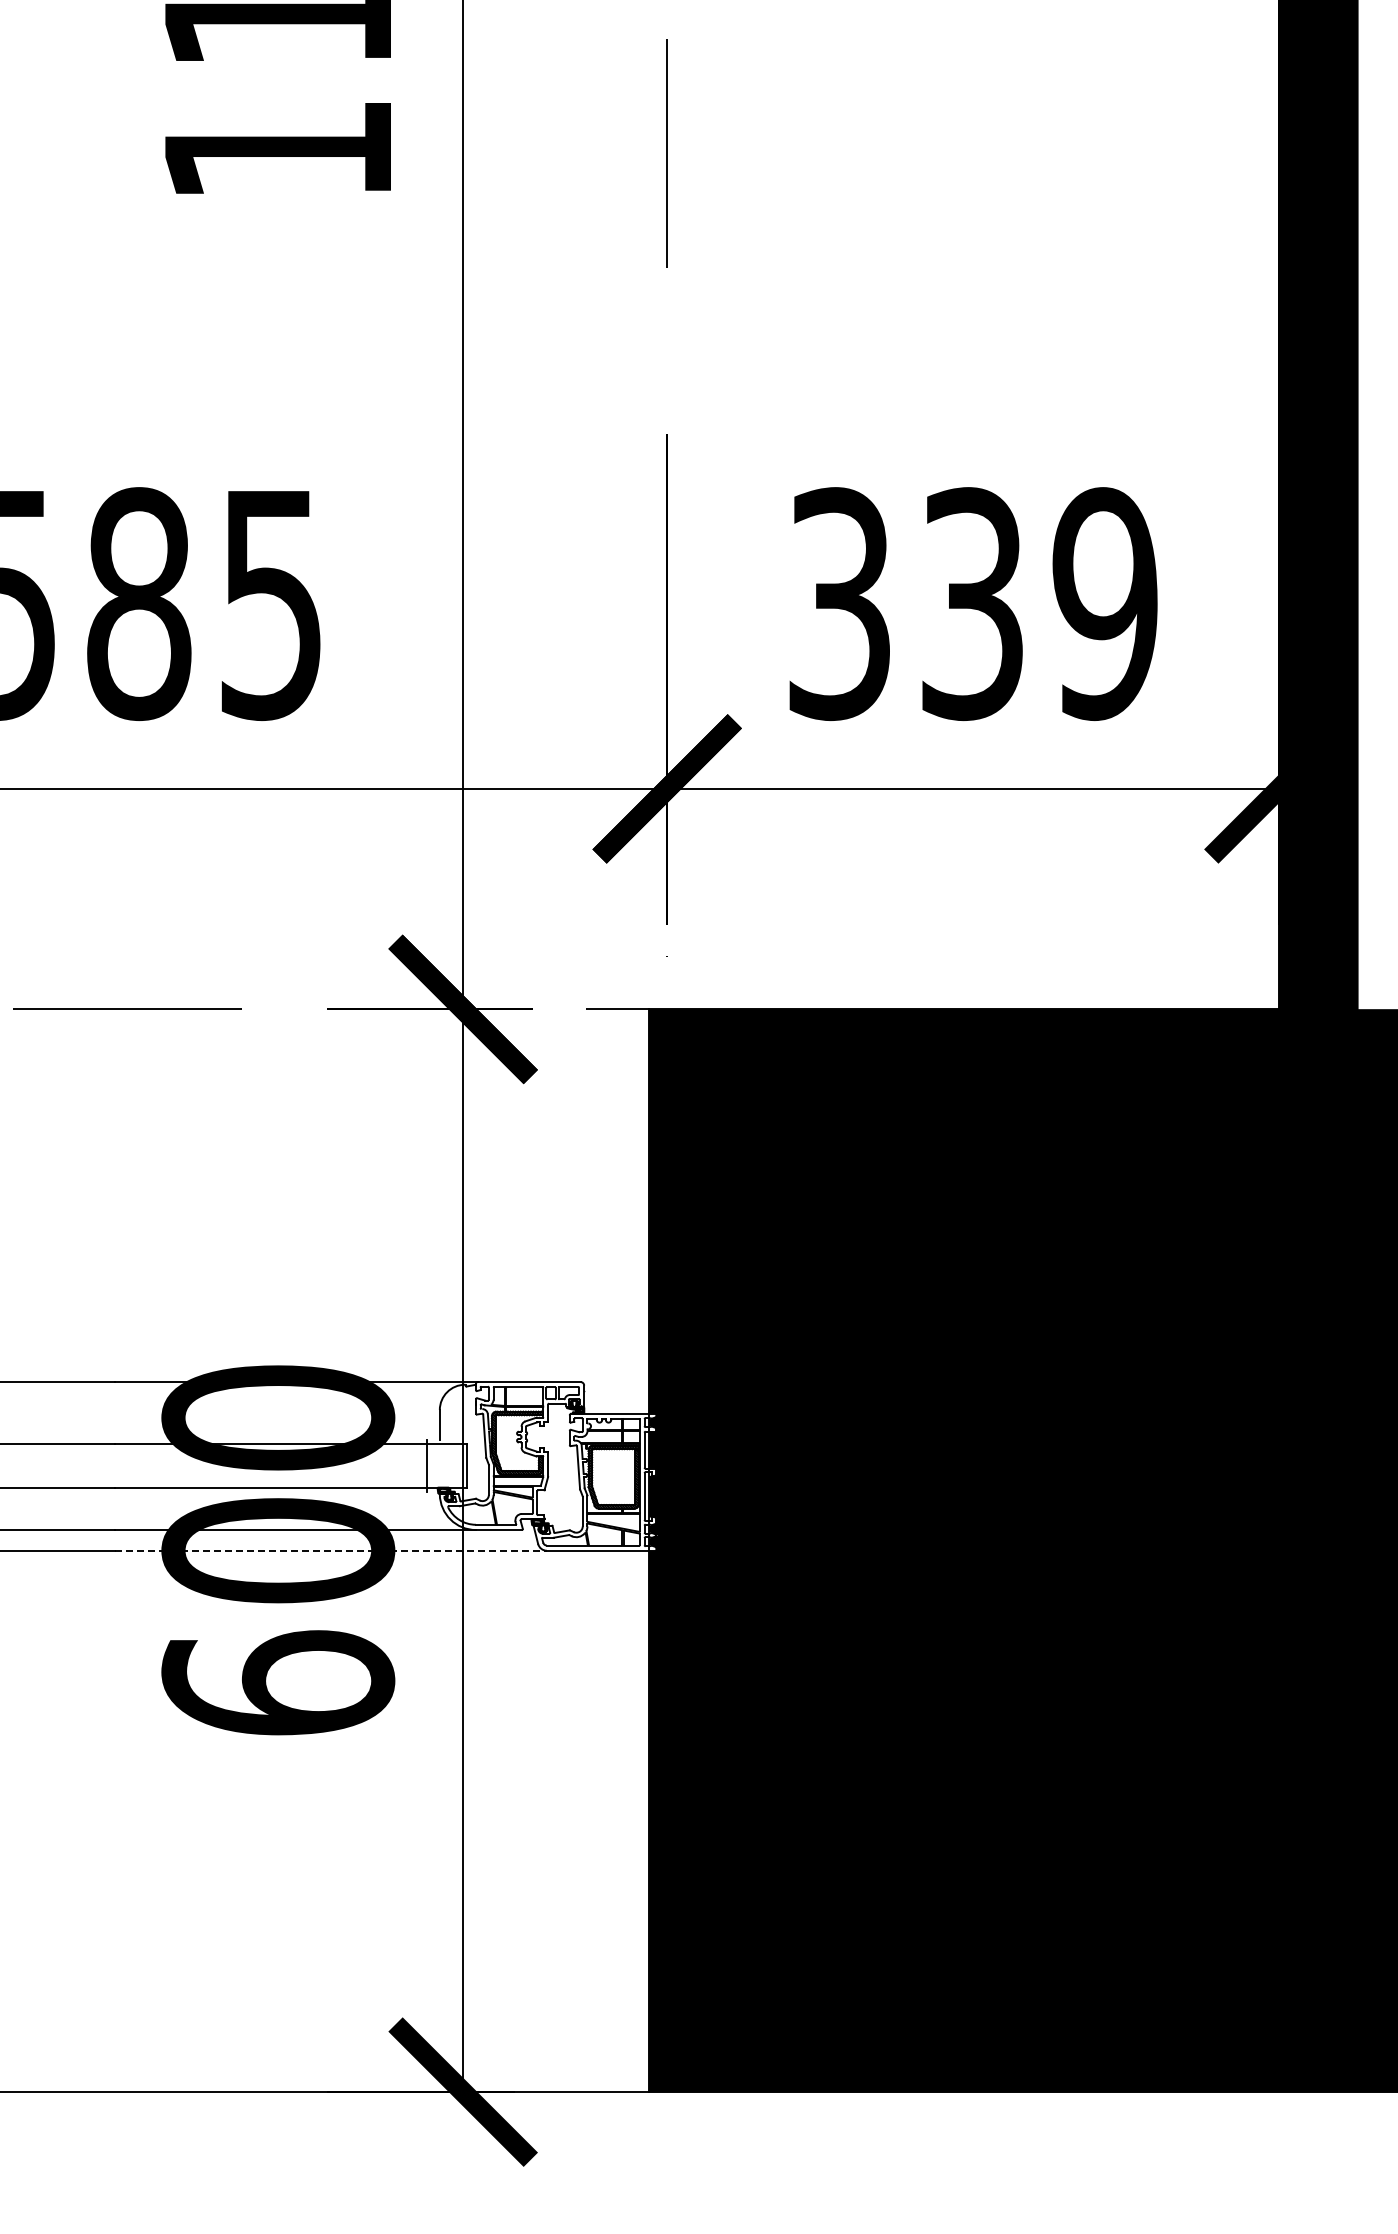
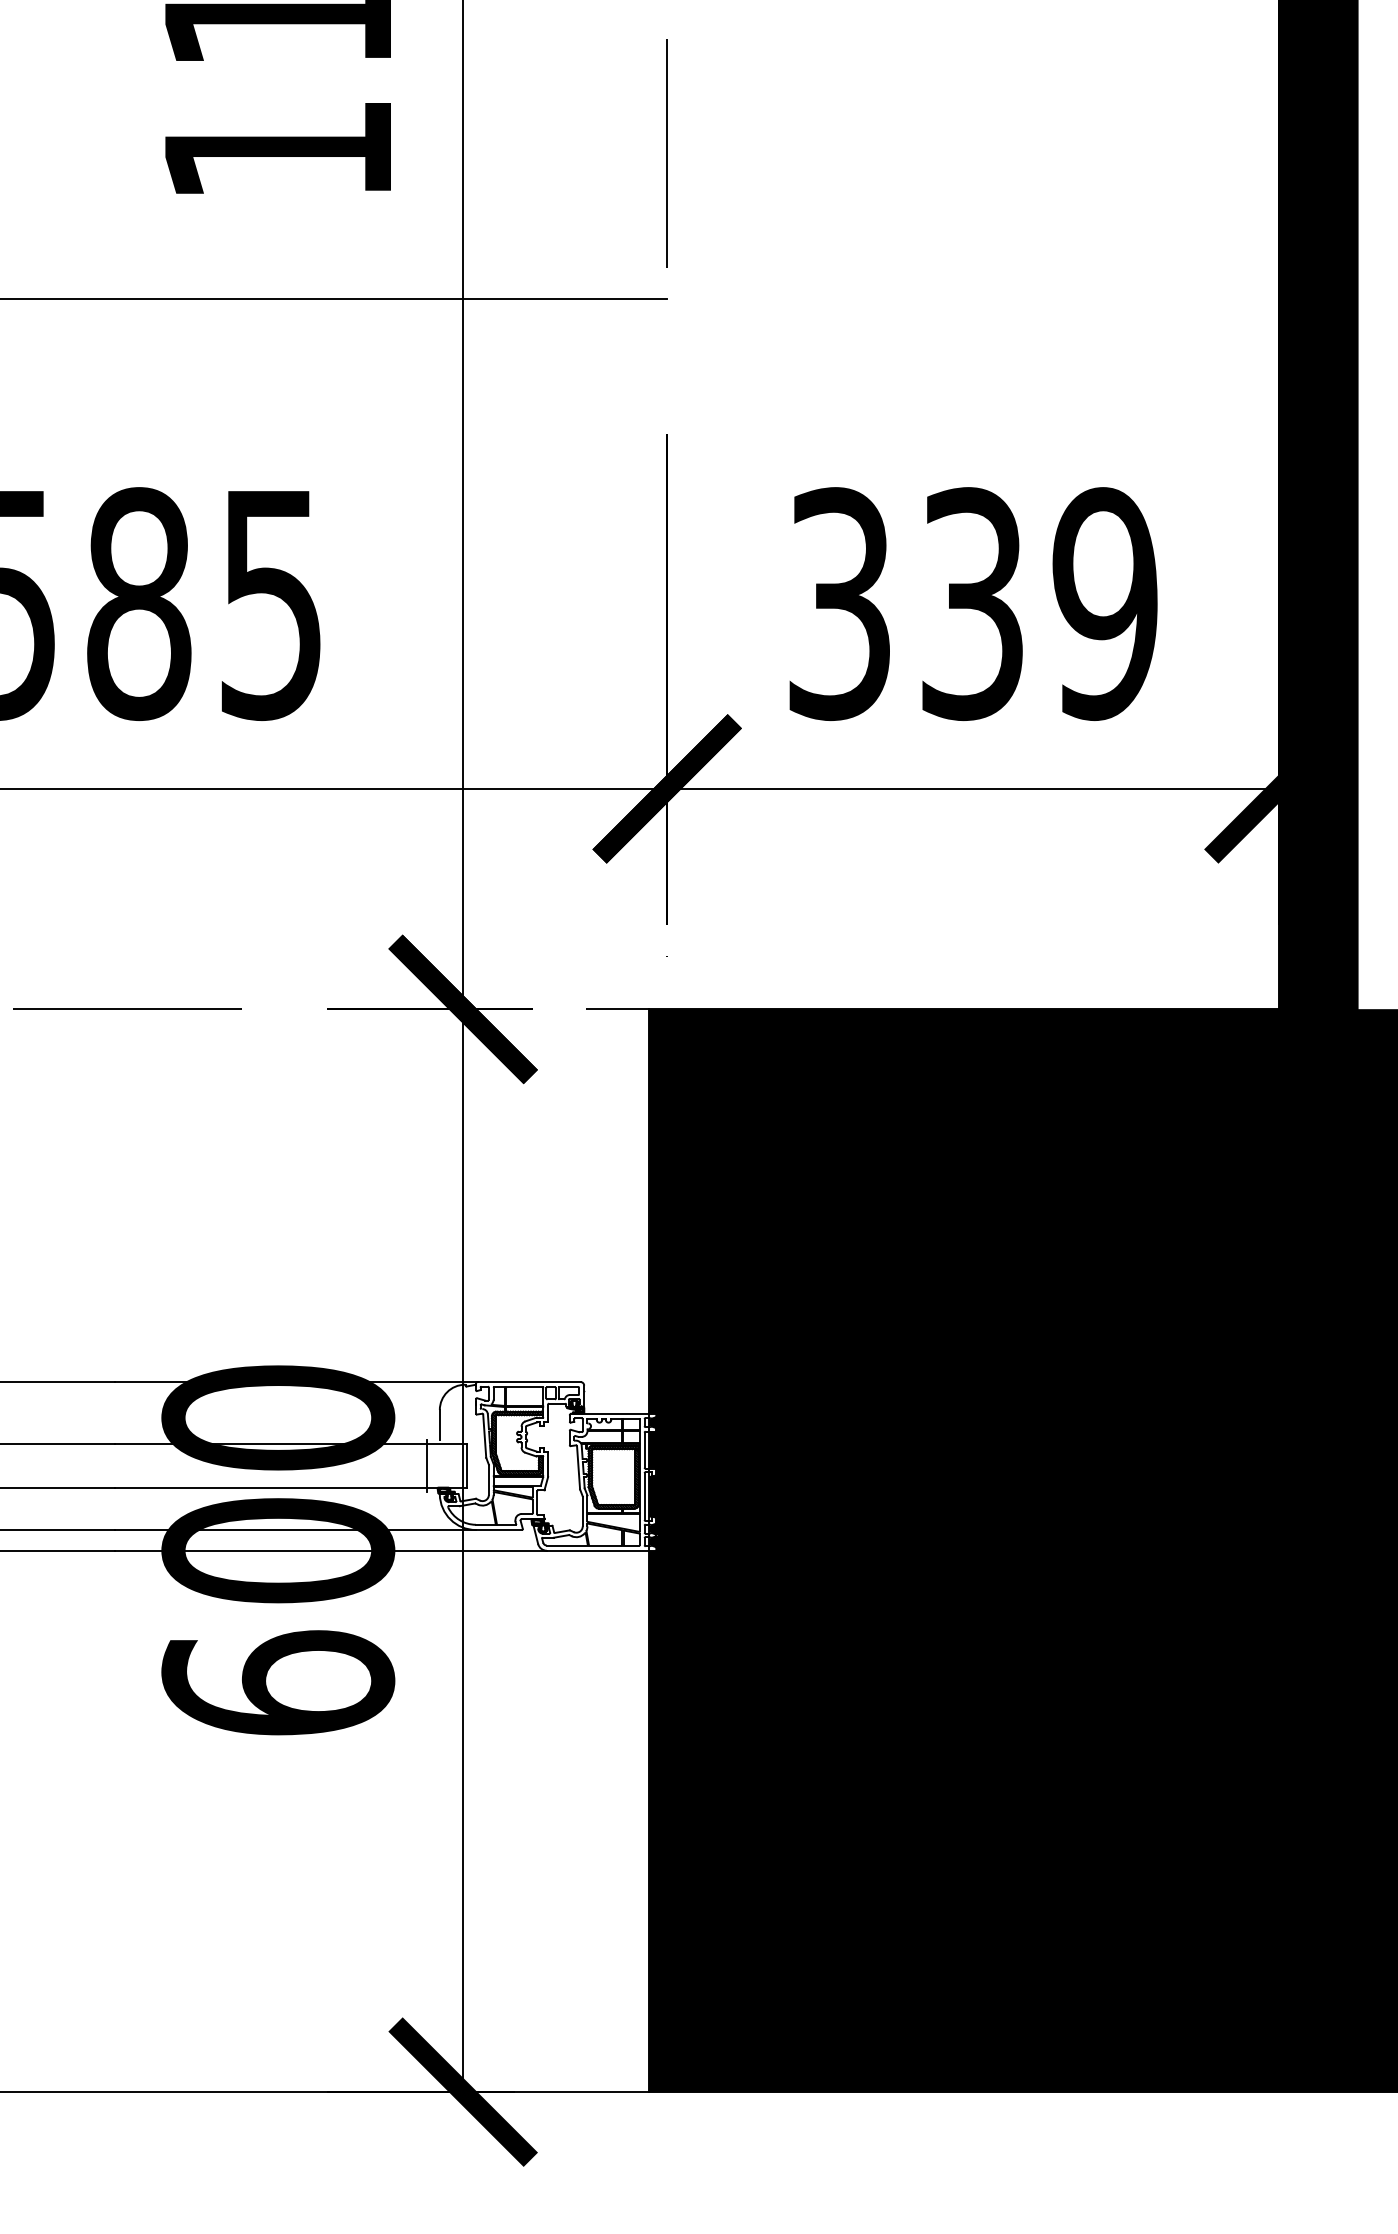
line at (334, 299): none -> present
line at (330, 1550): dashed -> solid
